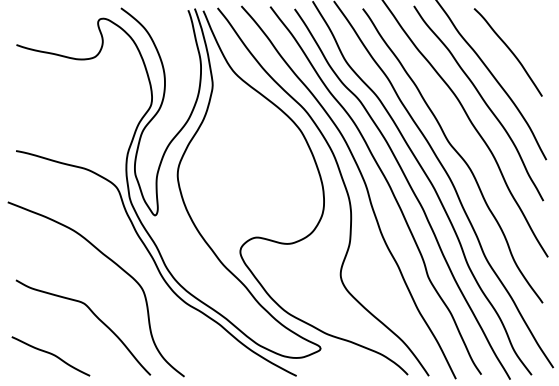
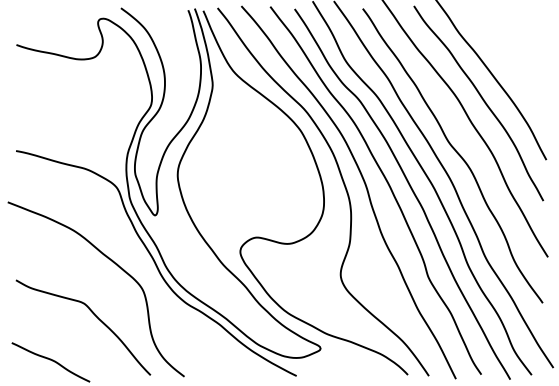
curve at (509, 50): present -> none
curve at (50, 354) position: (50, 354) -> (50, 360)
